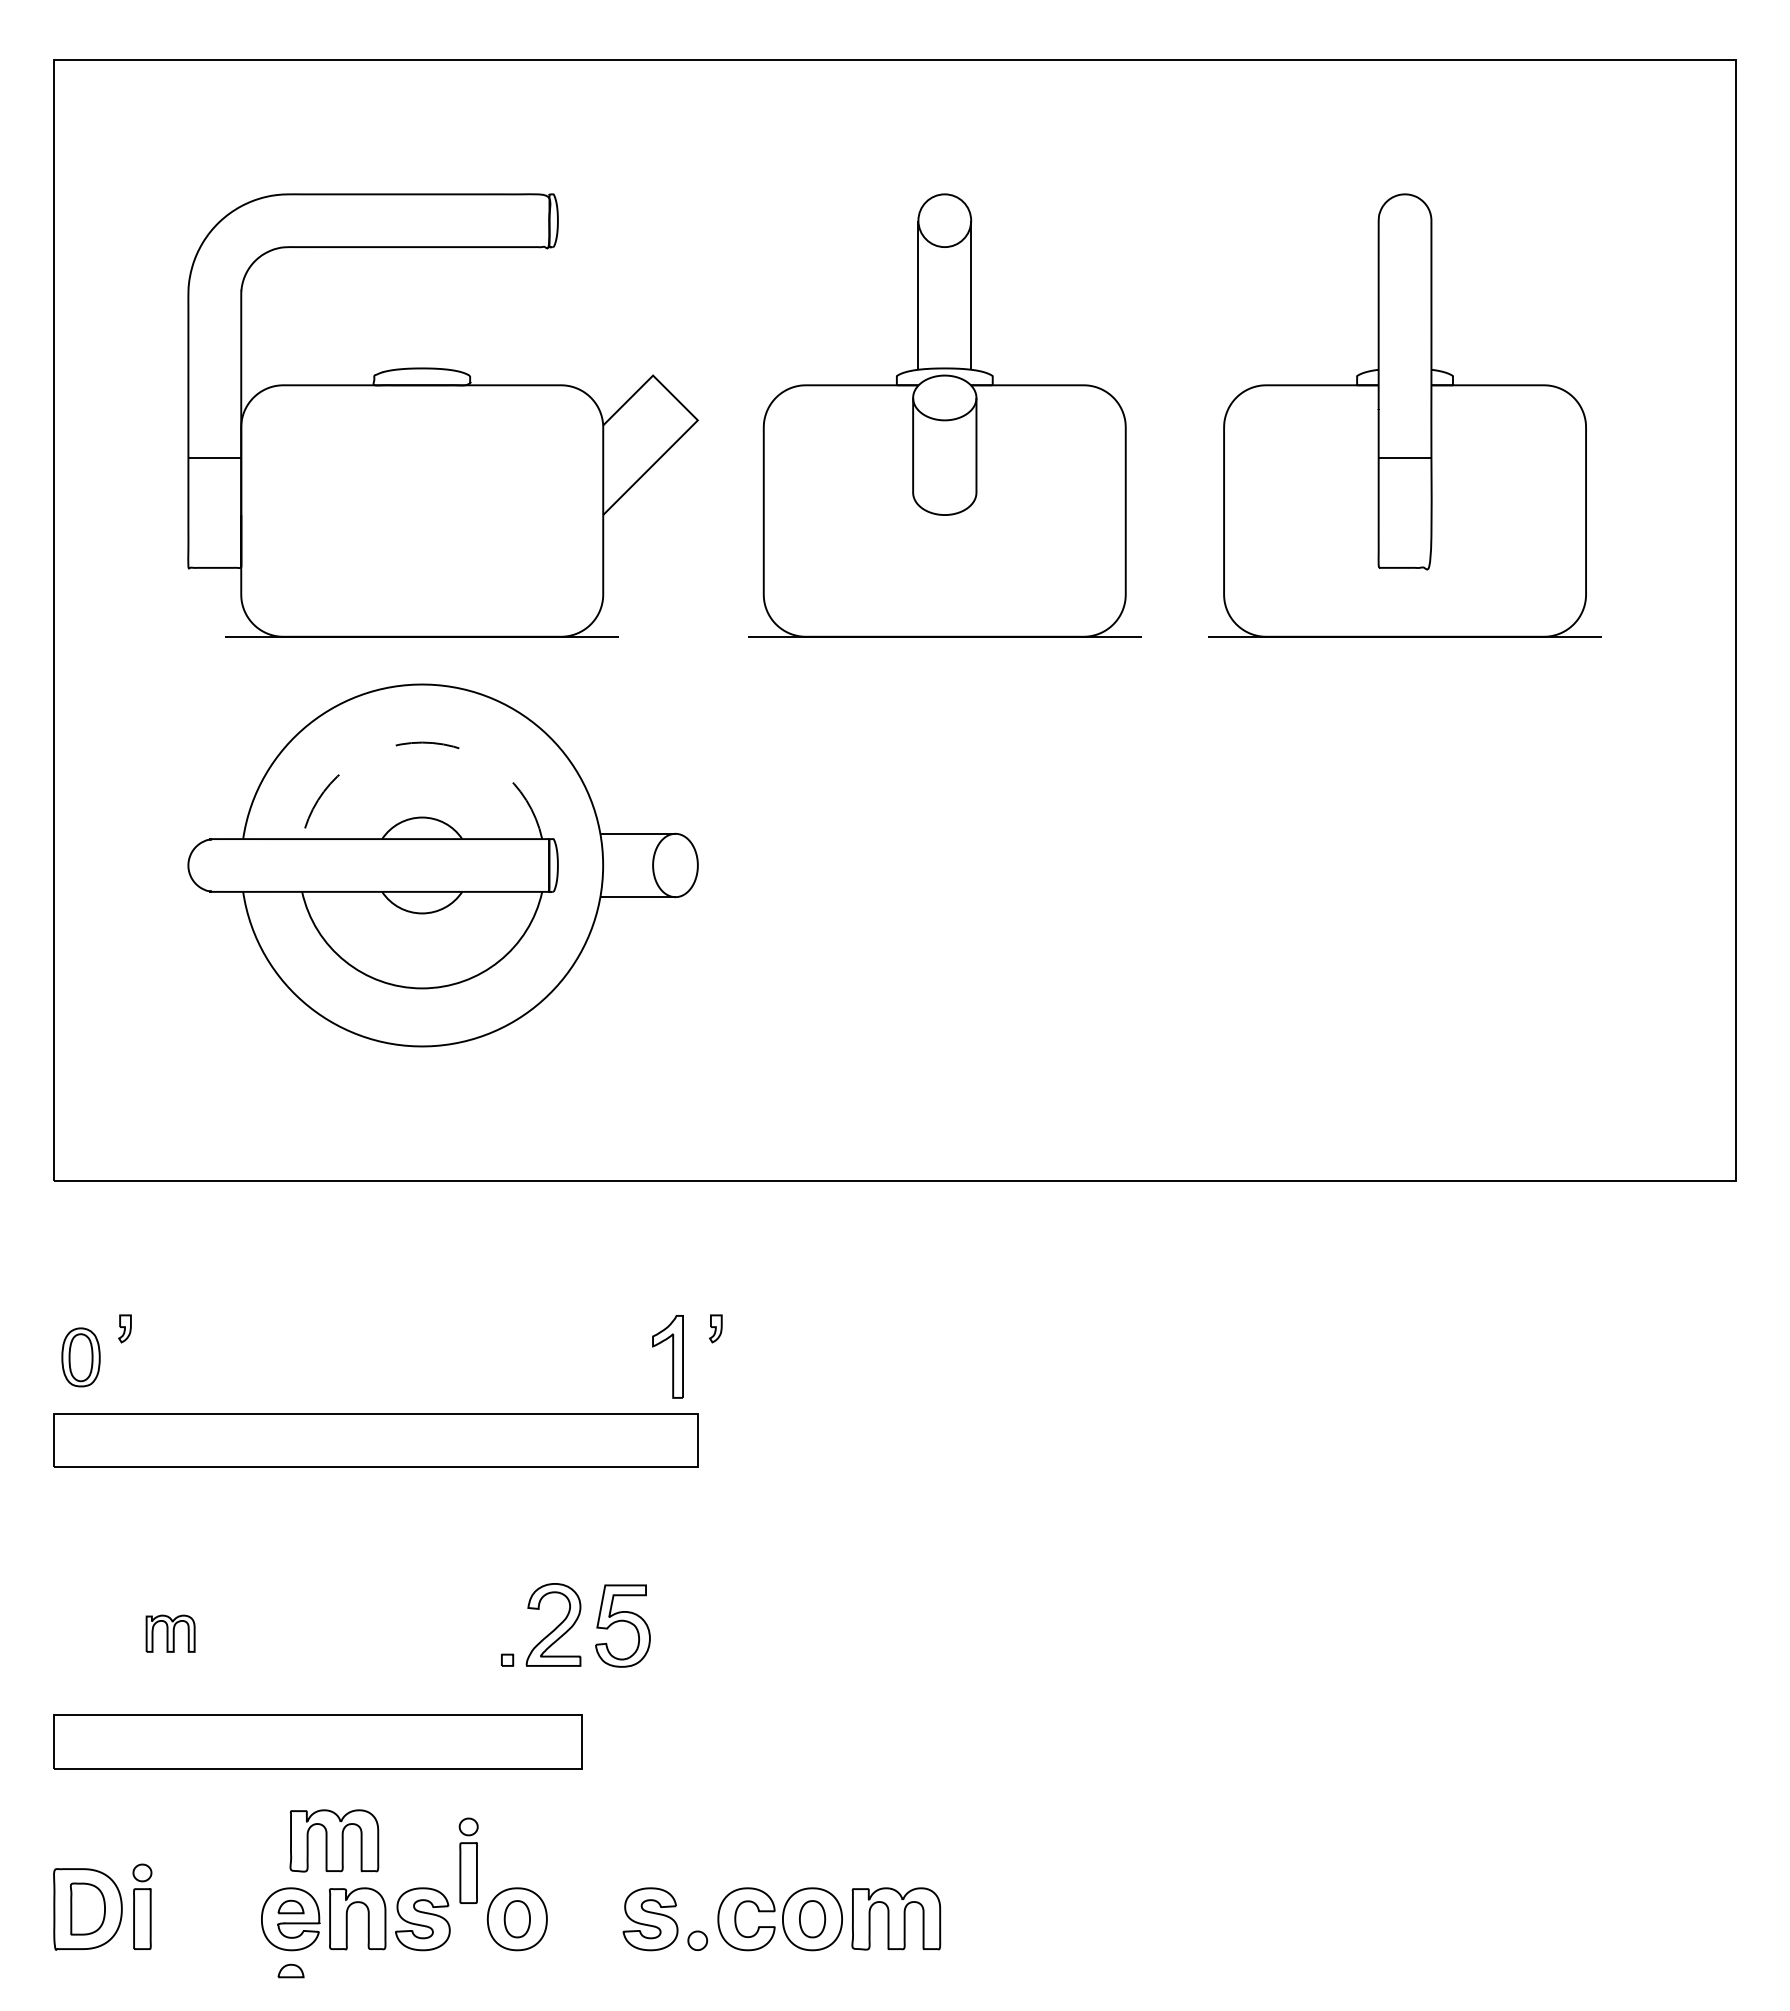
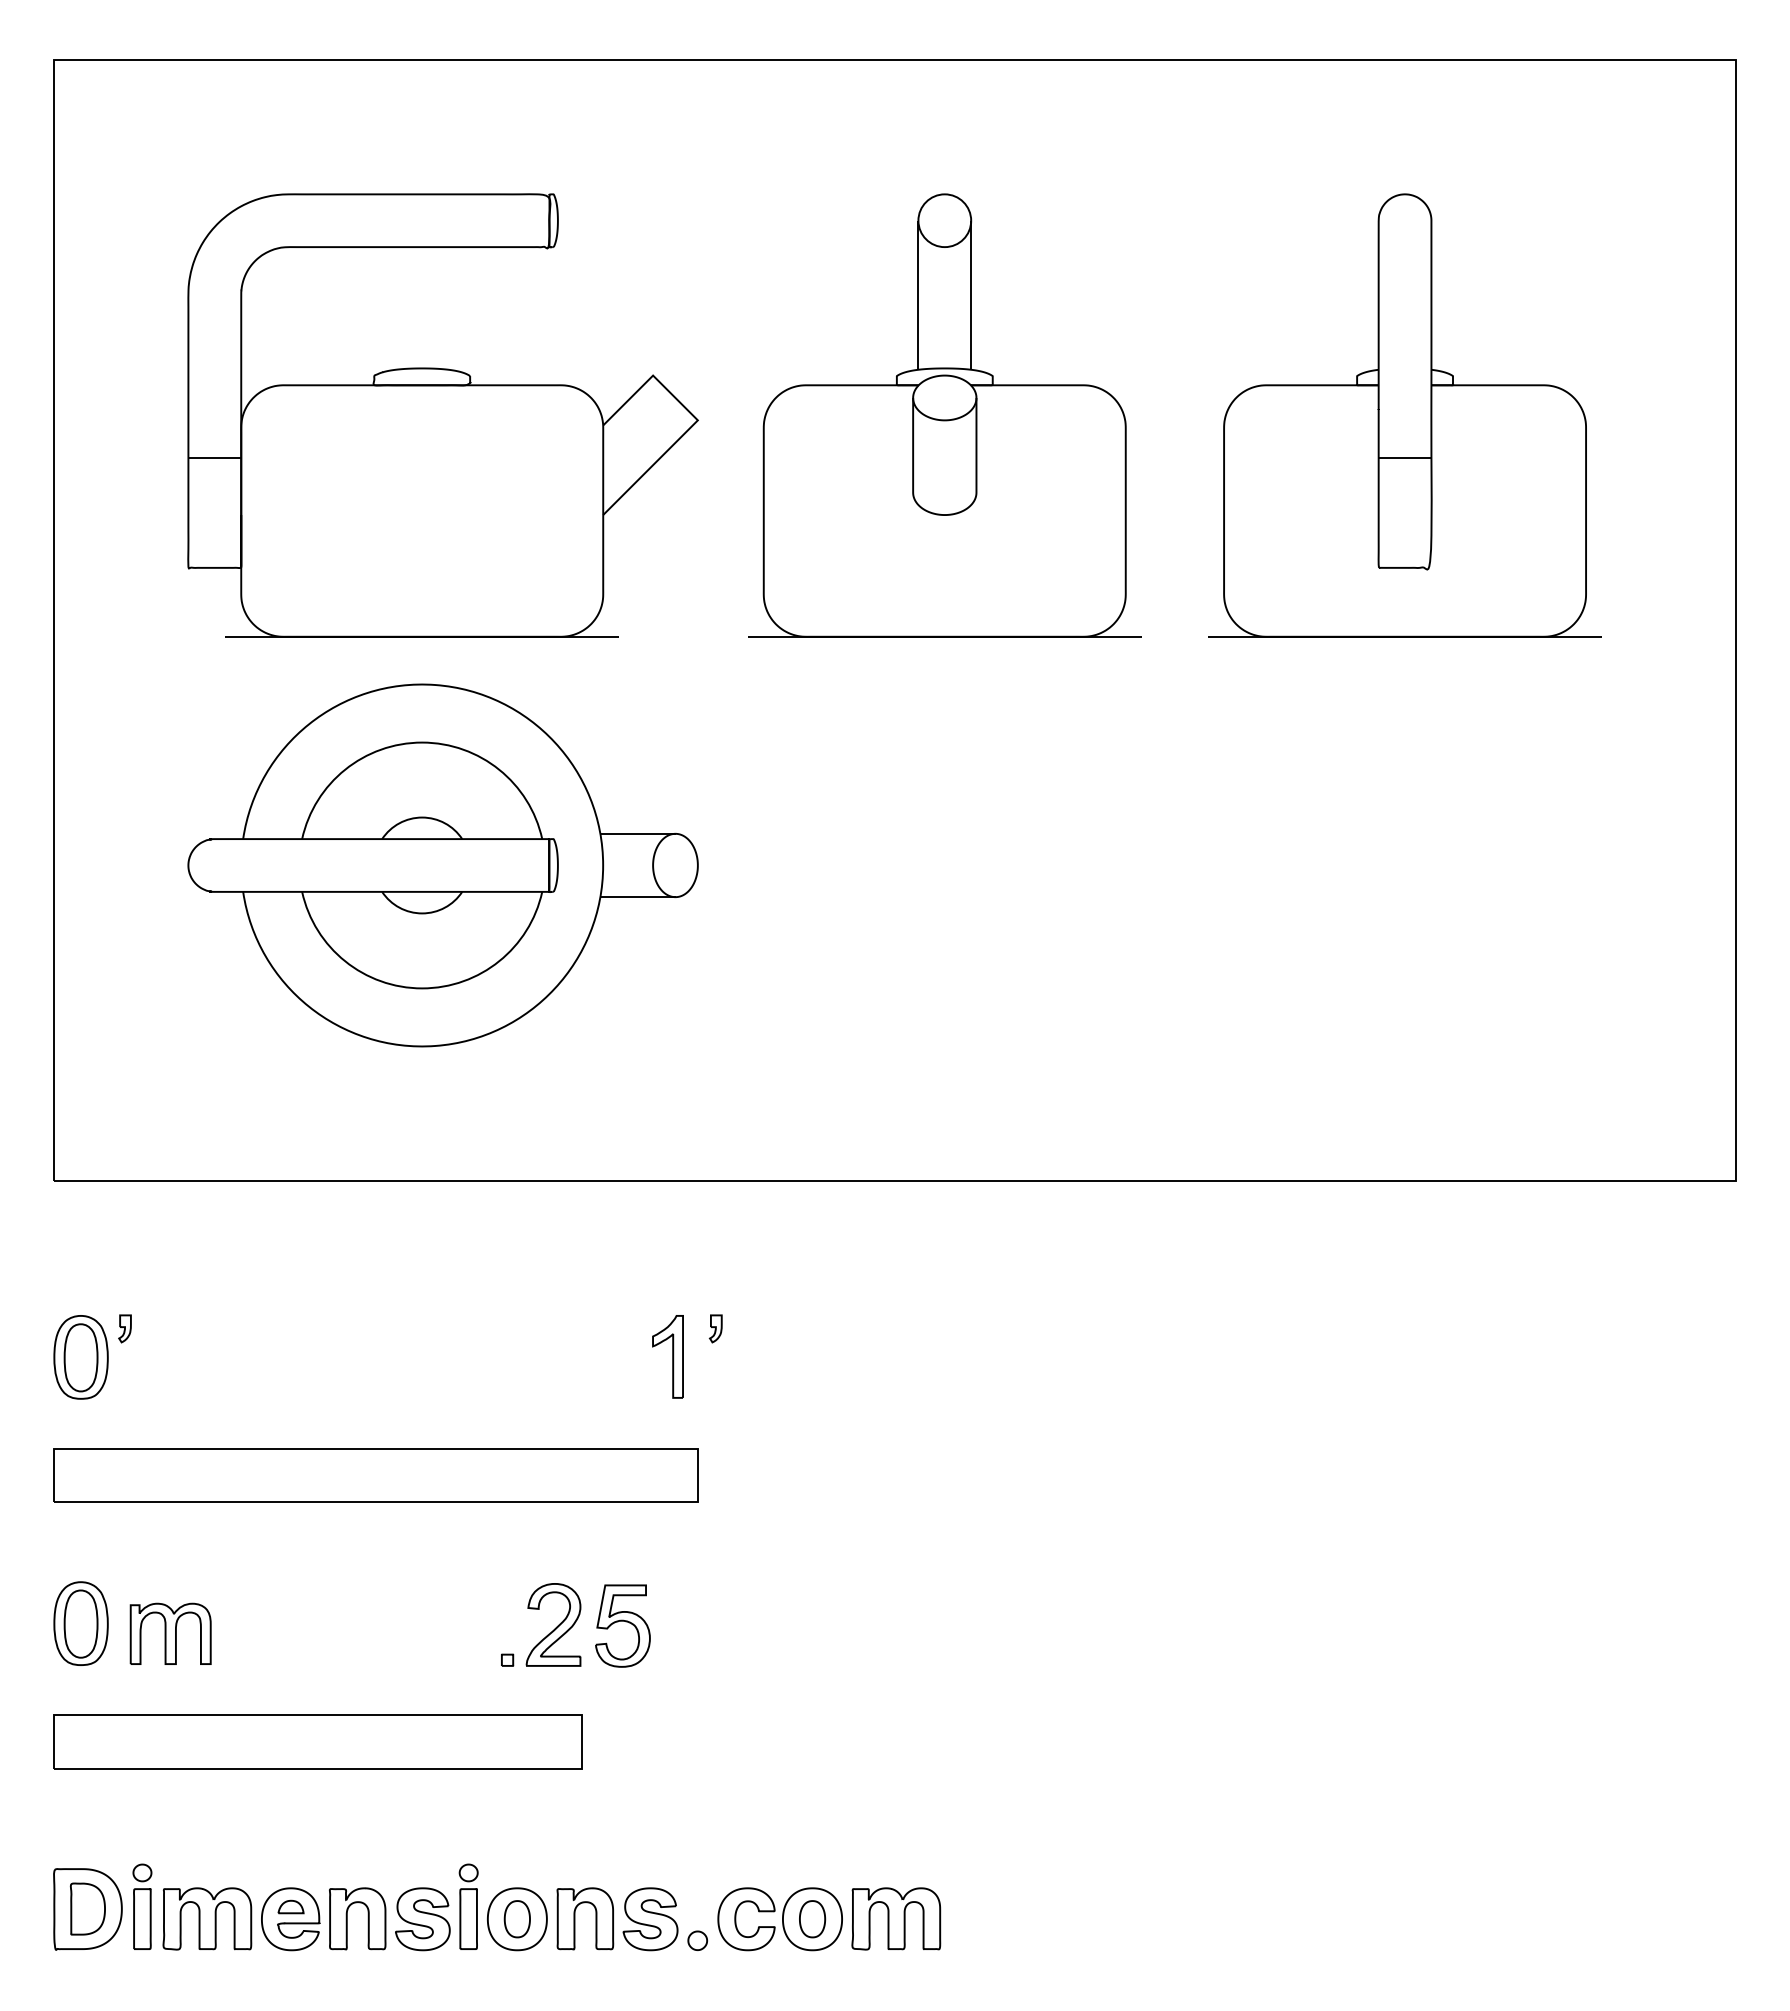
arc at (422, 742): dashed -> solid
part at (80, 1357) size: 40x61 px -> 56x85 px
part at (375, 1440) position: (375, 1440) -> (375, 1475)
part at (80, 1623): none -> present
part at (170, 1633) size: 51x39 px -> 83x63 px
part at (334, 1840) position: (334, 1840) -> (207, 1918)
part at (468, 1860) position: (468, 1860) -> (468, 1906)
part at (575, 1918): none -> present
part at (290, 1970): present -> none
